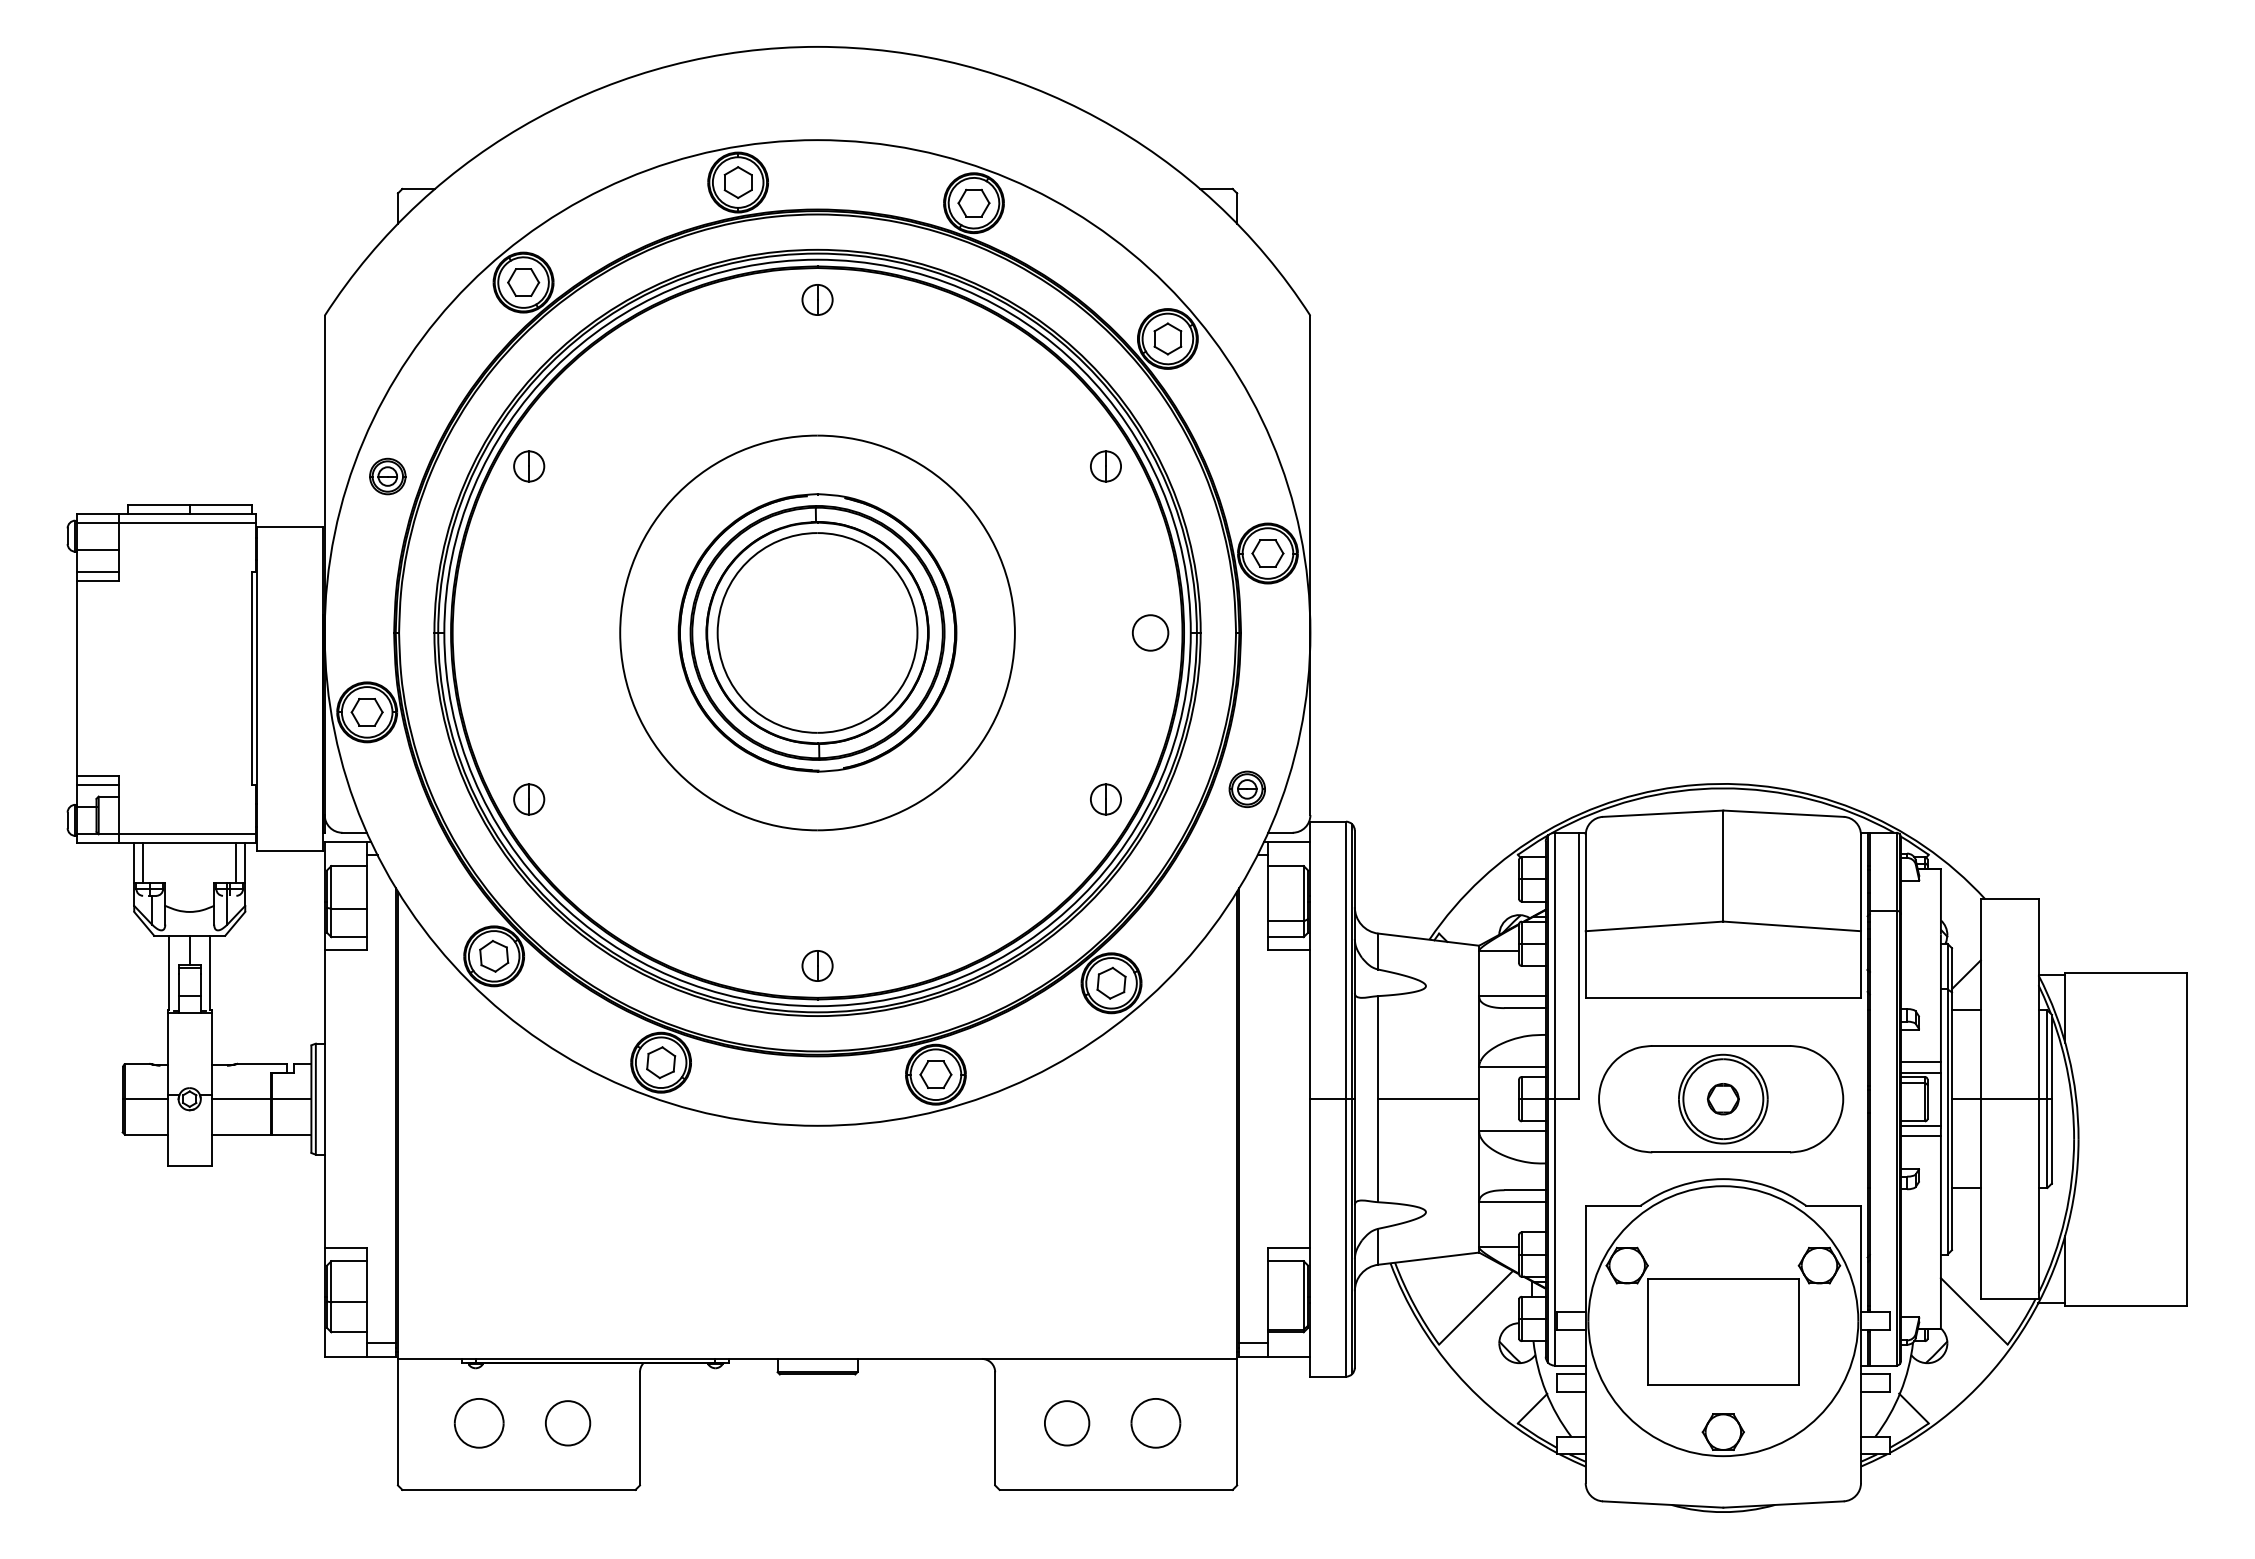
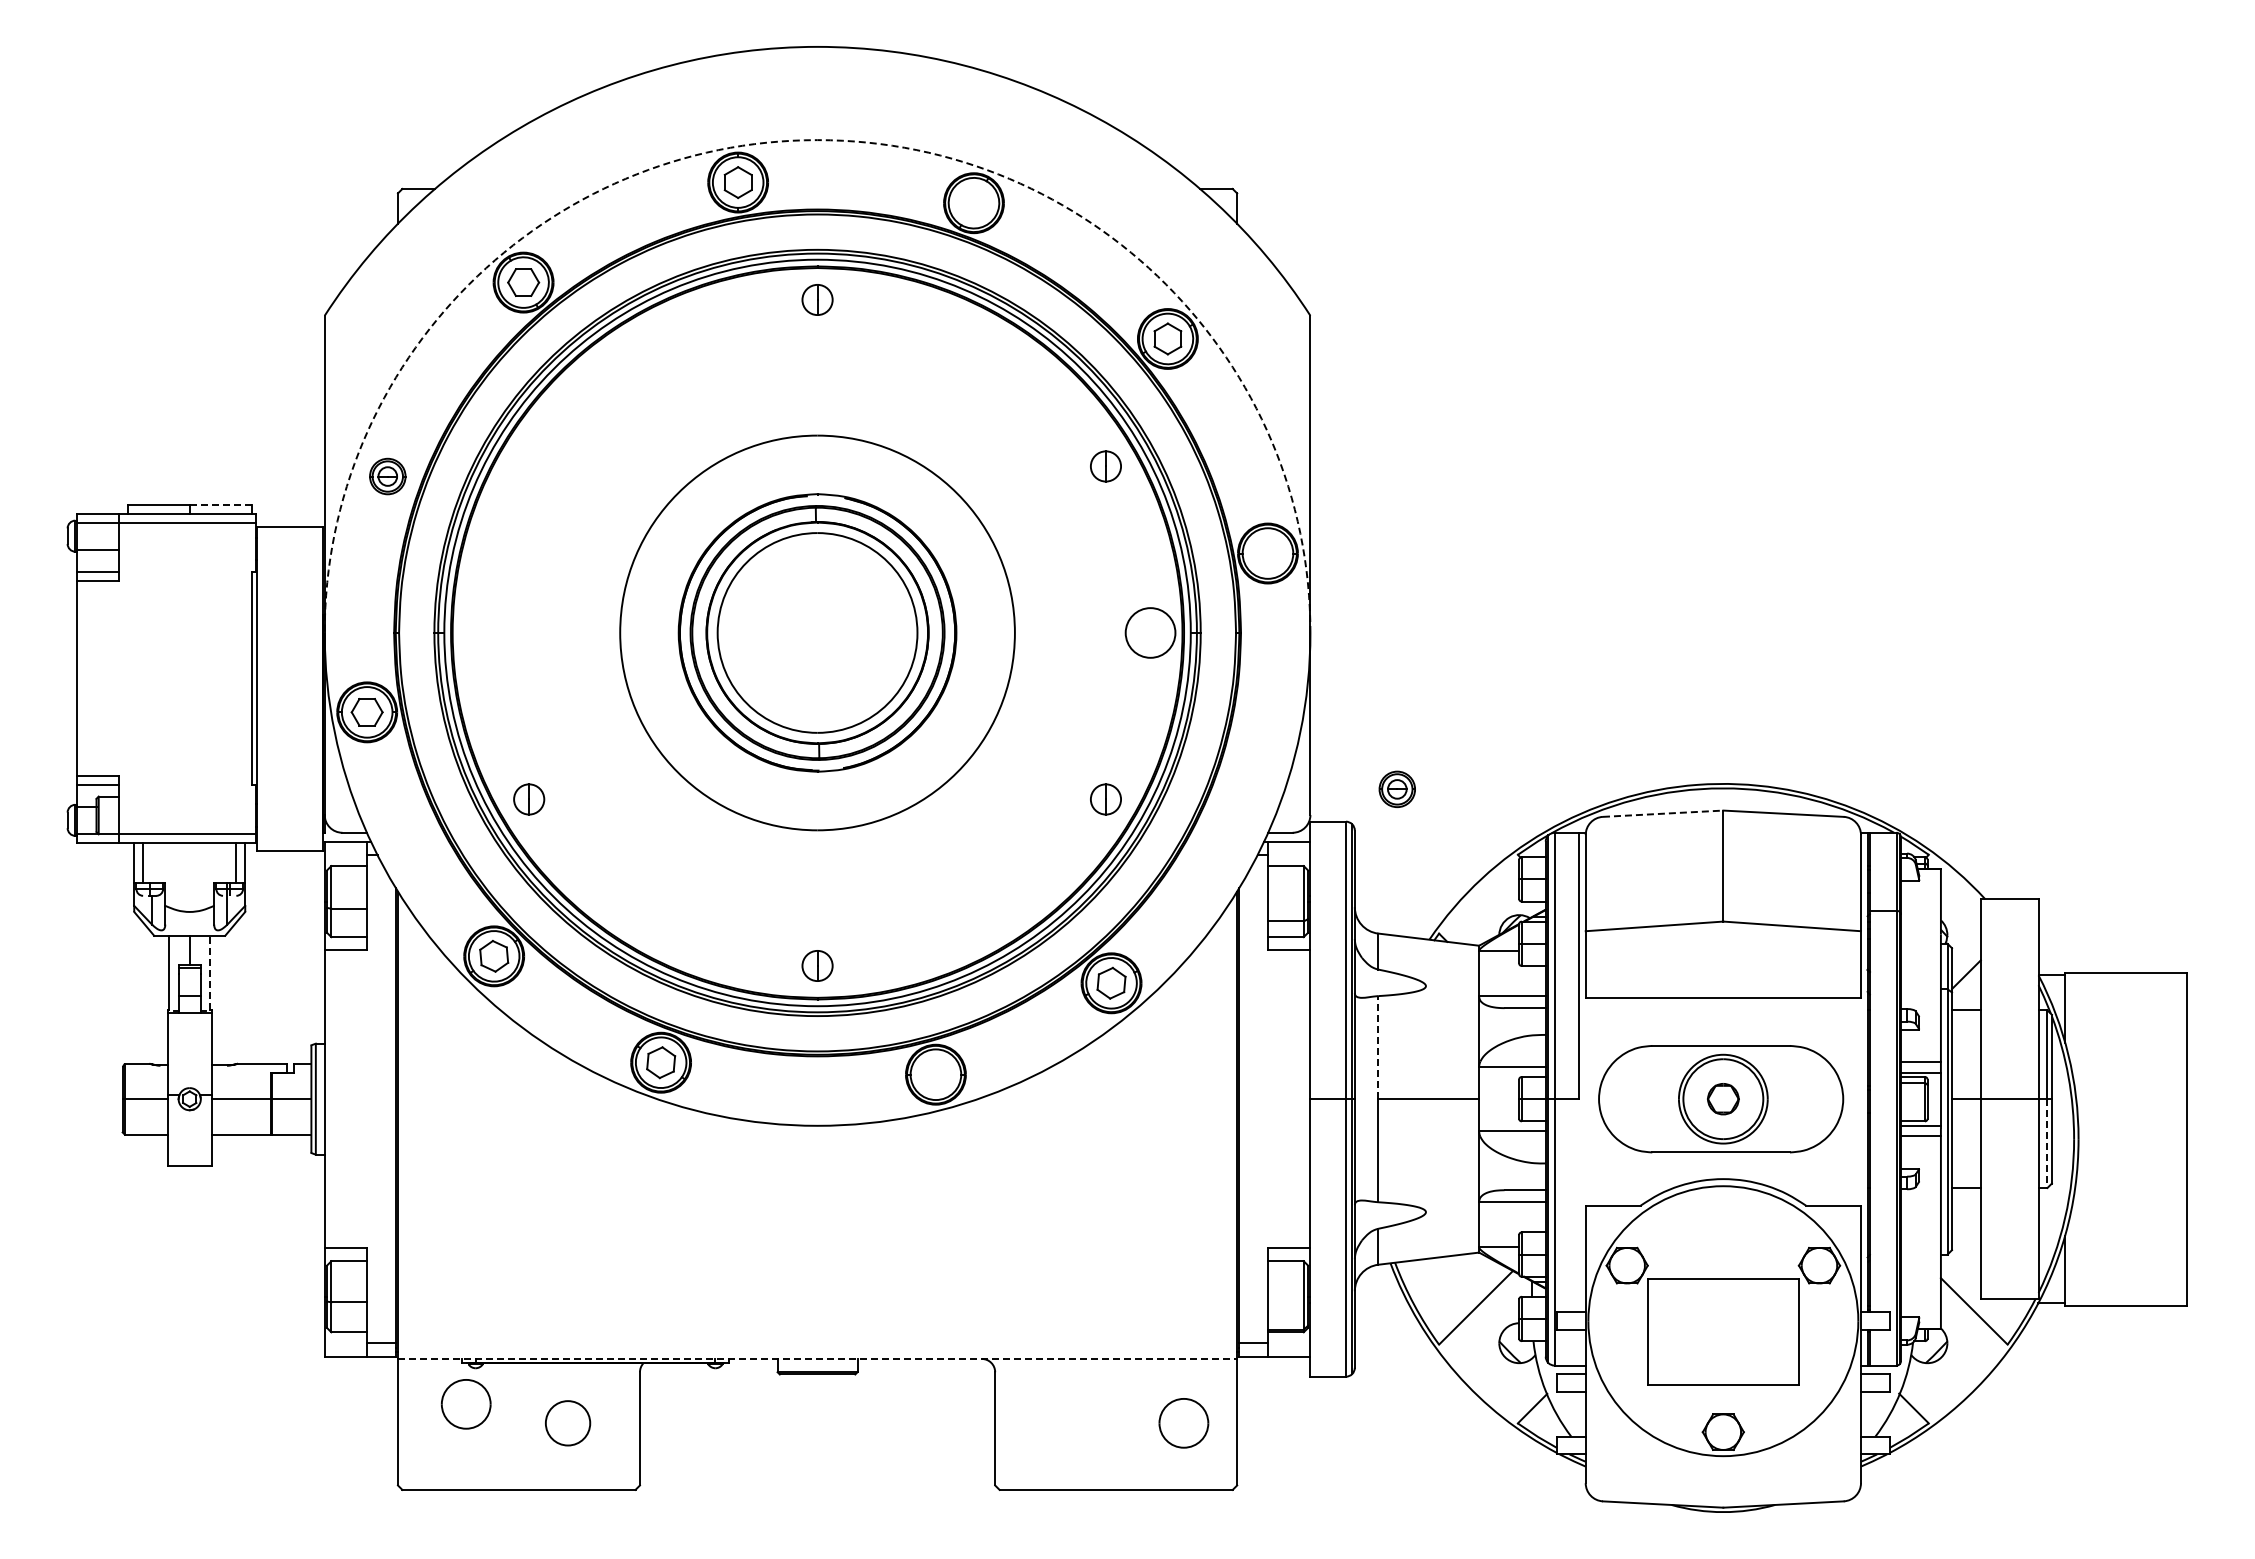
arc at (817, 140): solid -> dashed
part at (973, 202): present -> none
part at (529, 466): present -> none
line at (221, 505): solid -> dashed
part at (1267, 553): present -> none
circle at (1150, 632) diameter: 36 px -> 50 px
part at (1246, 788) position: (1246, 788) -> (1396, 788)
line at (1663, 813): solid -> dashed
line at (210, 972): solid -> dashed
line at (1378, 1047): solid -> dashed
part at (935, 1074): present -> none
line at (2047, 1144): solid -> dashed
line at (817, 1358): solid -> dashed
part at (478, 1423) position: (478, 1423) -> (465, 1404)
circle at (1067, 1423): present -> none
part at (1155, 1423) position: (1155, 1423) -> (1183, 1423)
